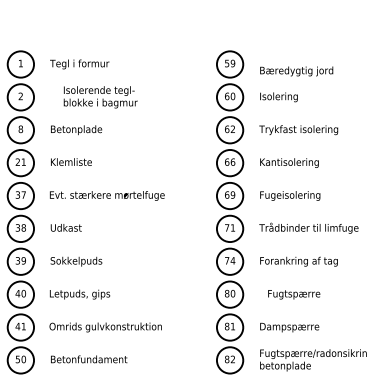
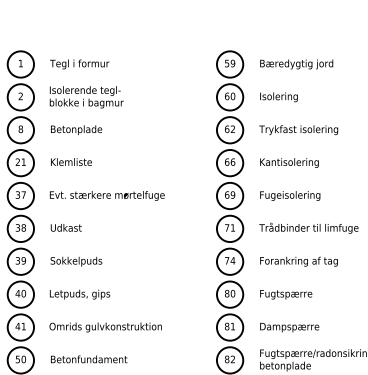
text at (296, 71) position: (296, 71) -> (296, 64)
text at (100, 97) position: (100, 97) -> (86, 97)
text at (294, 294) position: (294, 294) -> (286, 294)
